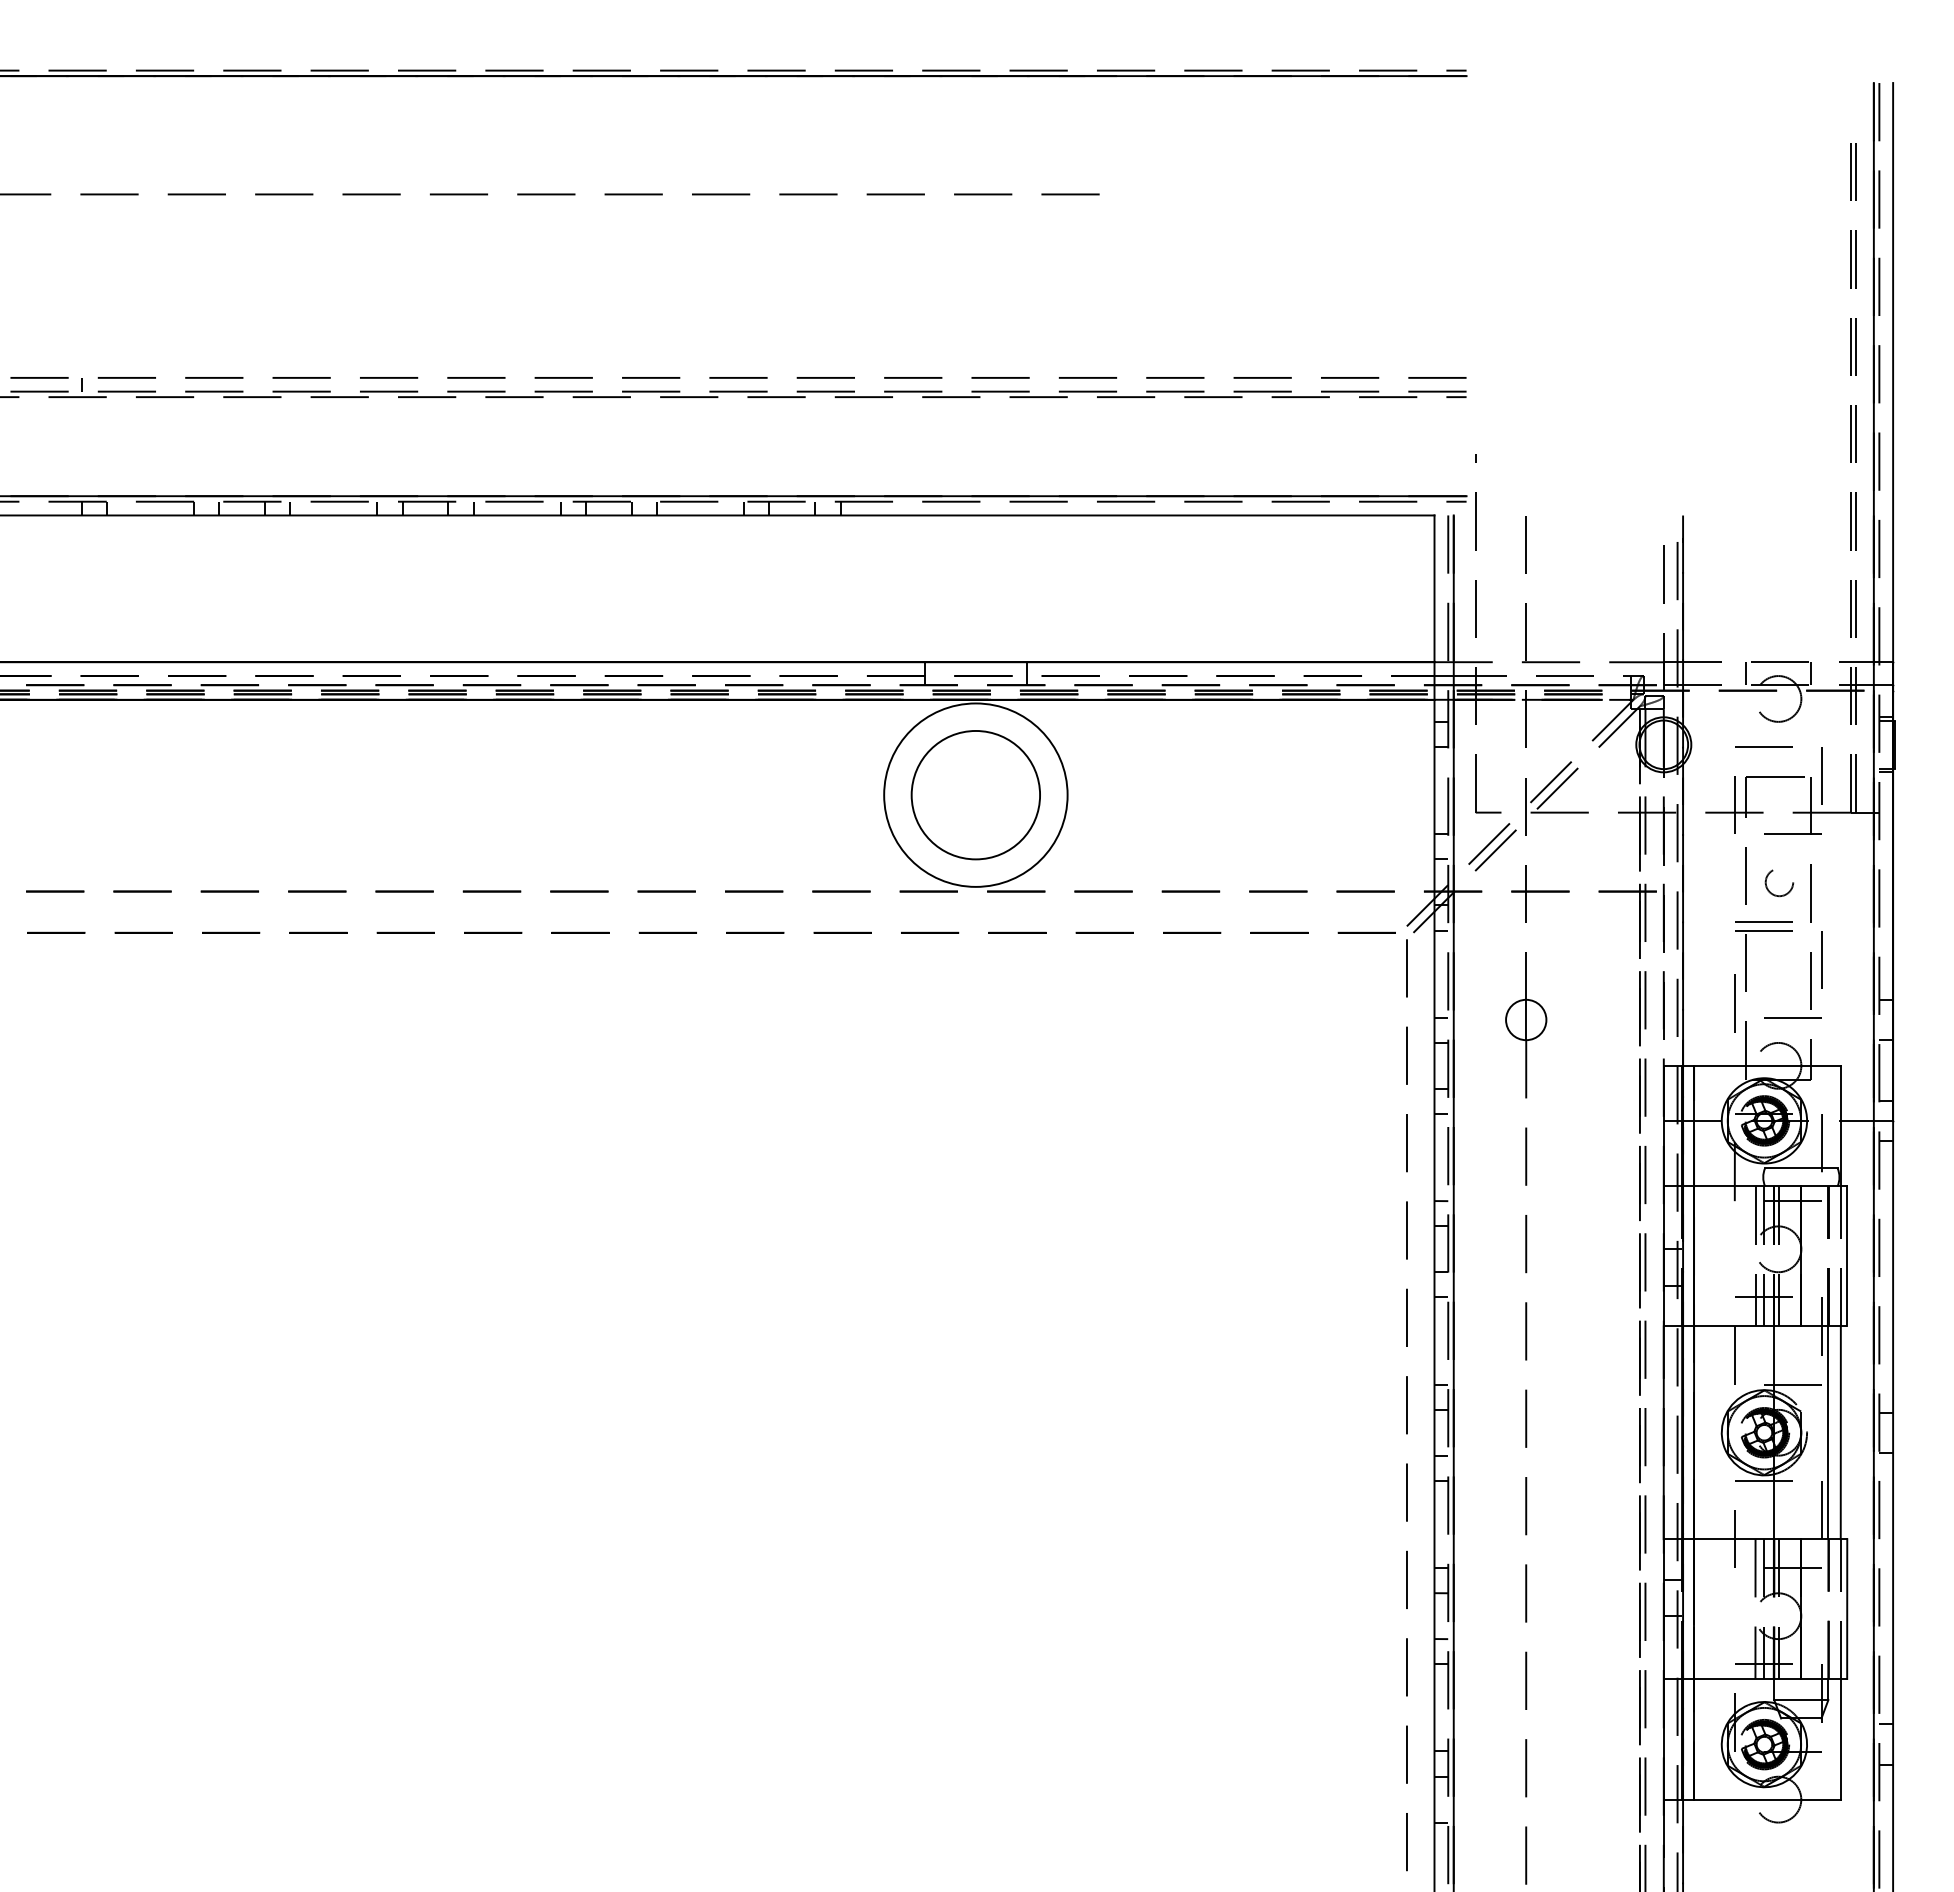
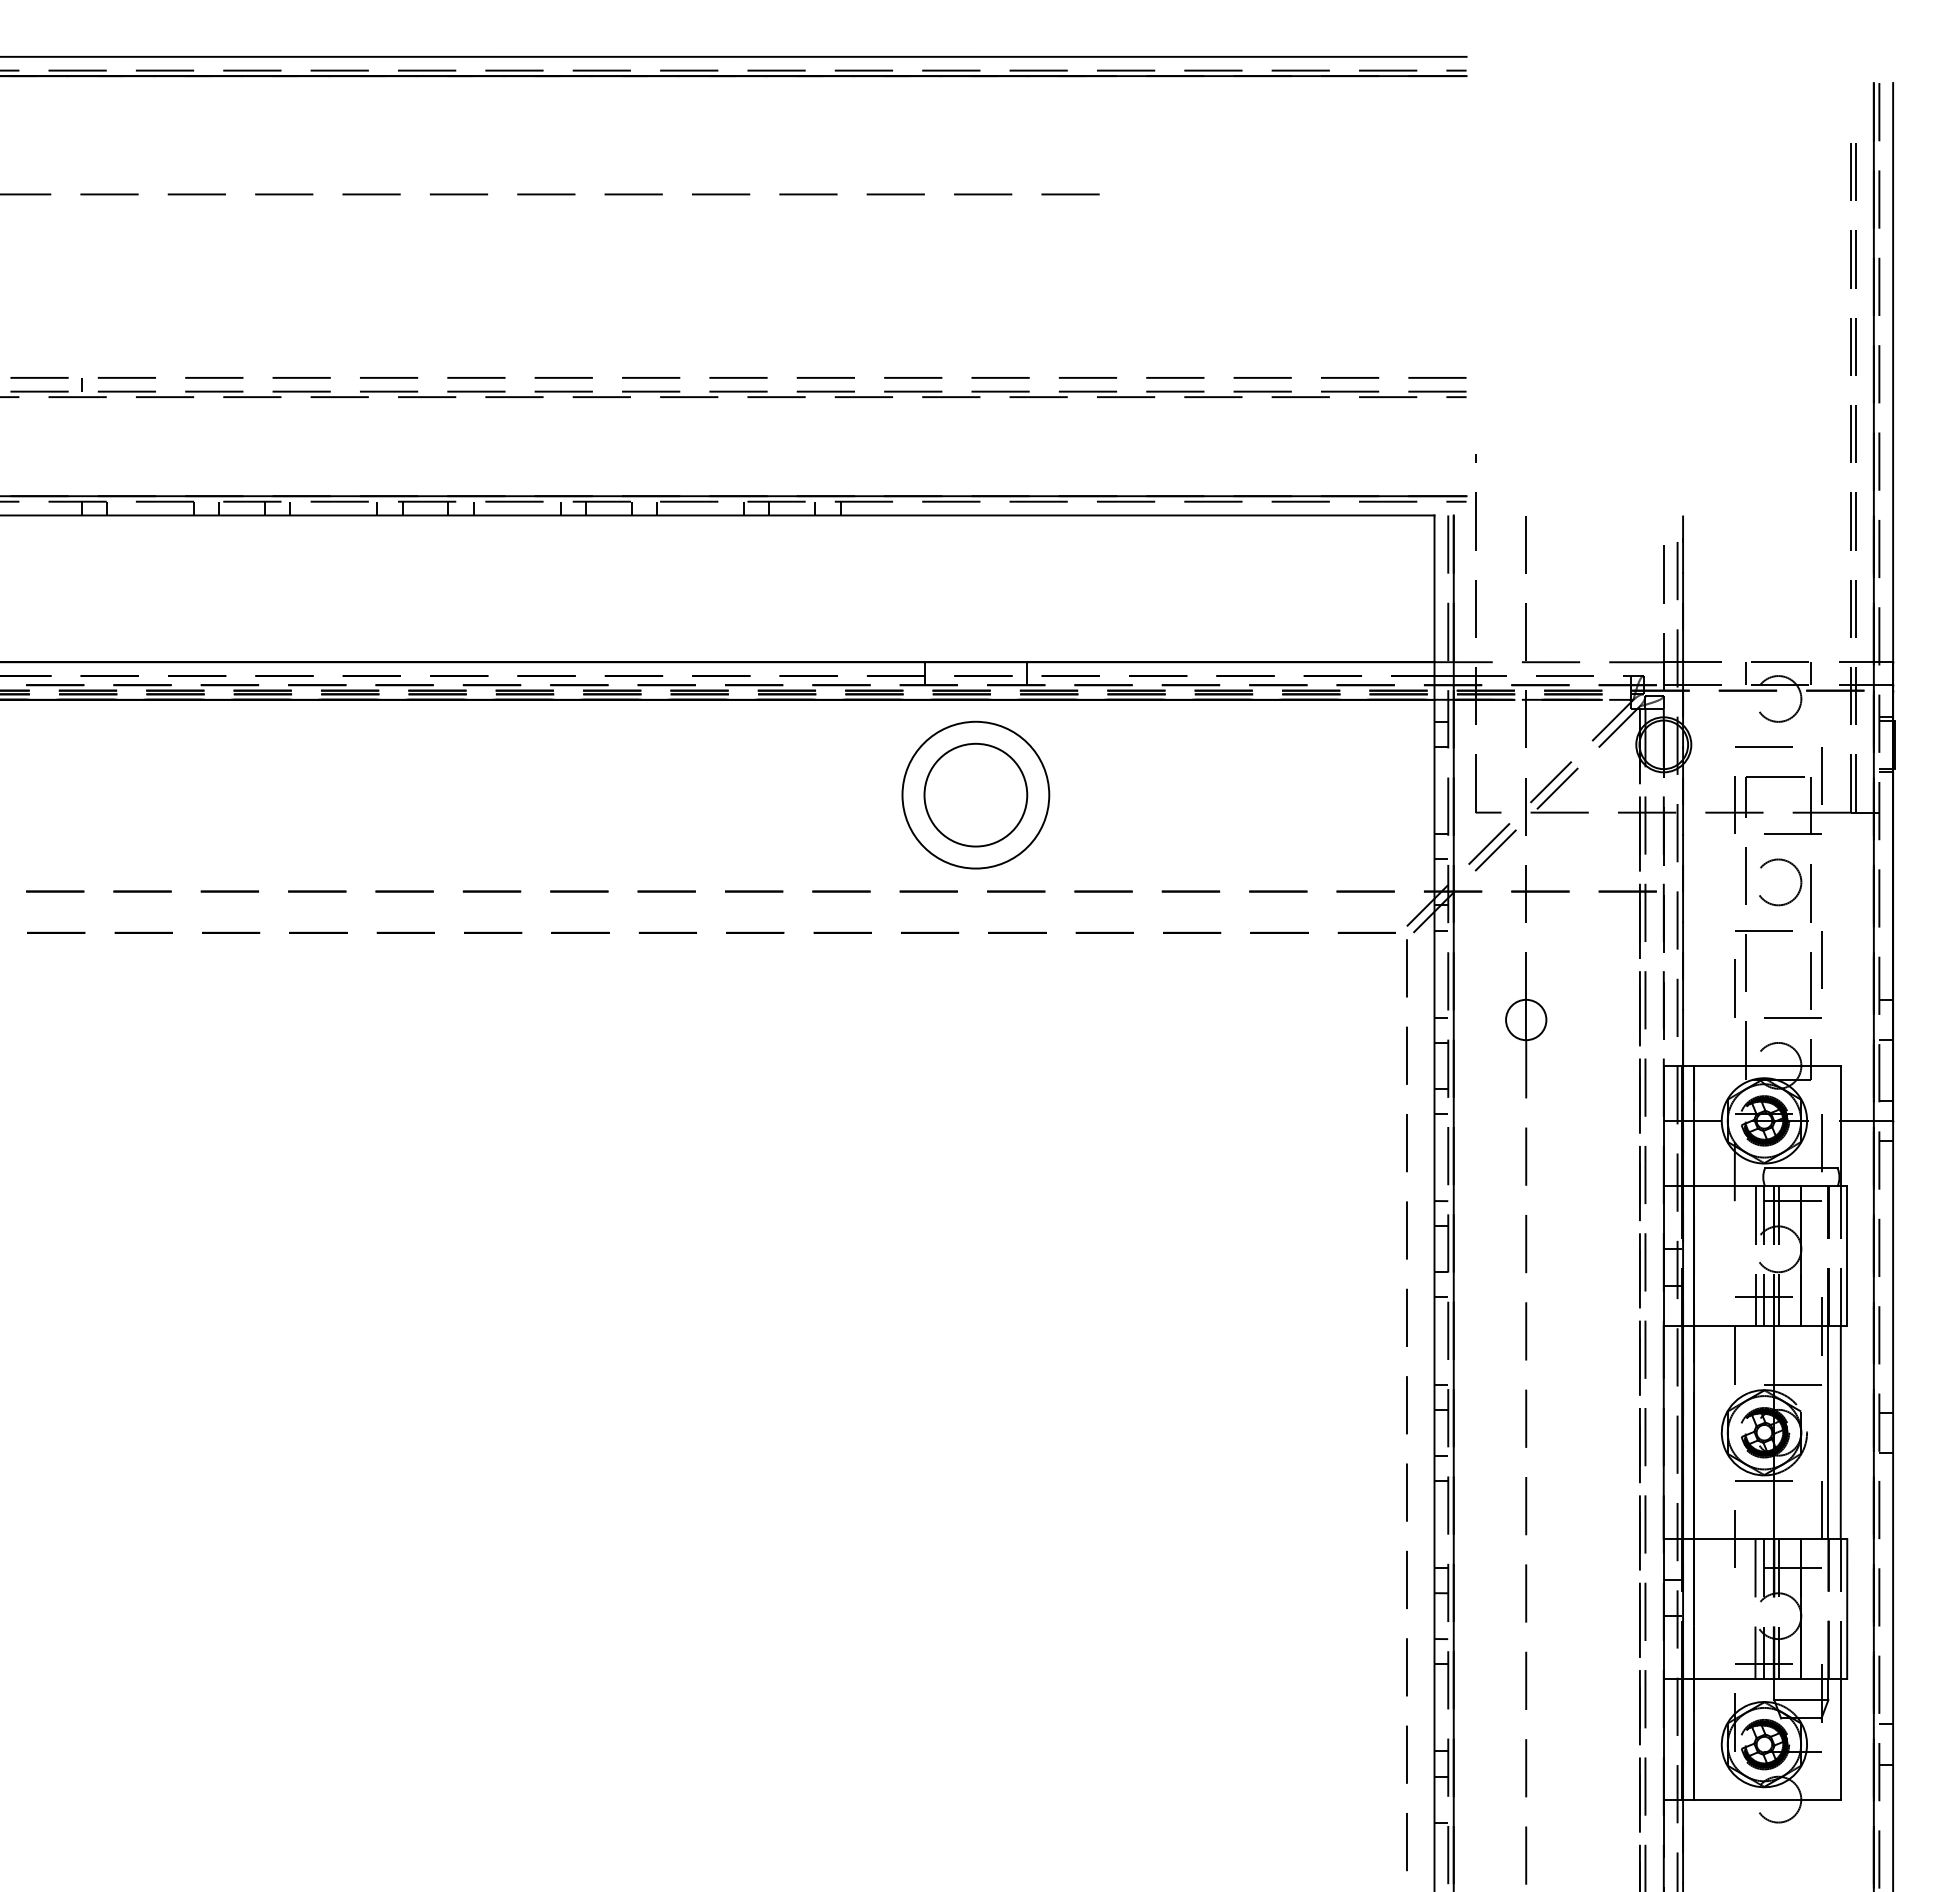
line at (734, 56): none -> present
circle at (975, 794) diameter: 128 px -> 103 px
circle at (975, 794) diameter: 183 px -> 147 px
circle at (1779, 883) size: 31x29 px -> 44x49 px
line at (1763, 921): present -> none
line at (1734, 1003) position: (1734, 1003) -> (1734, 988)
